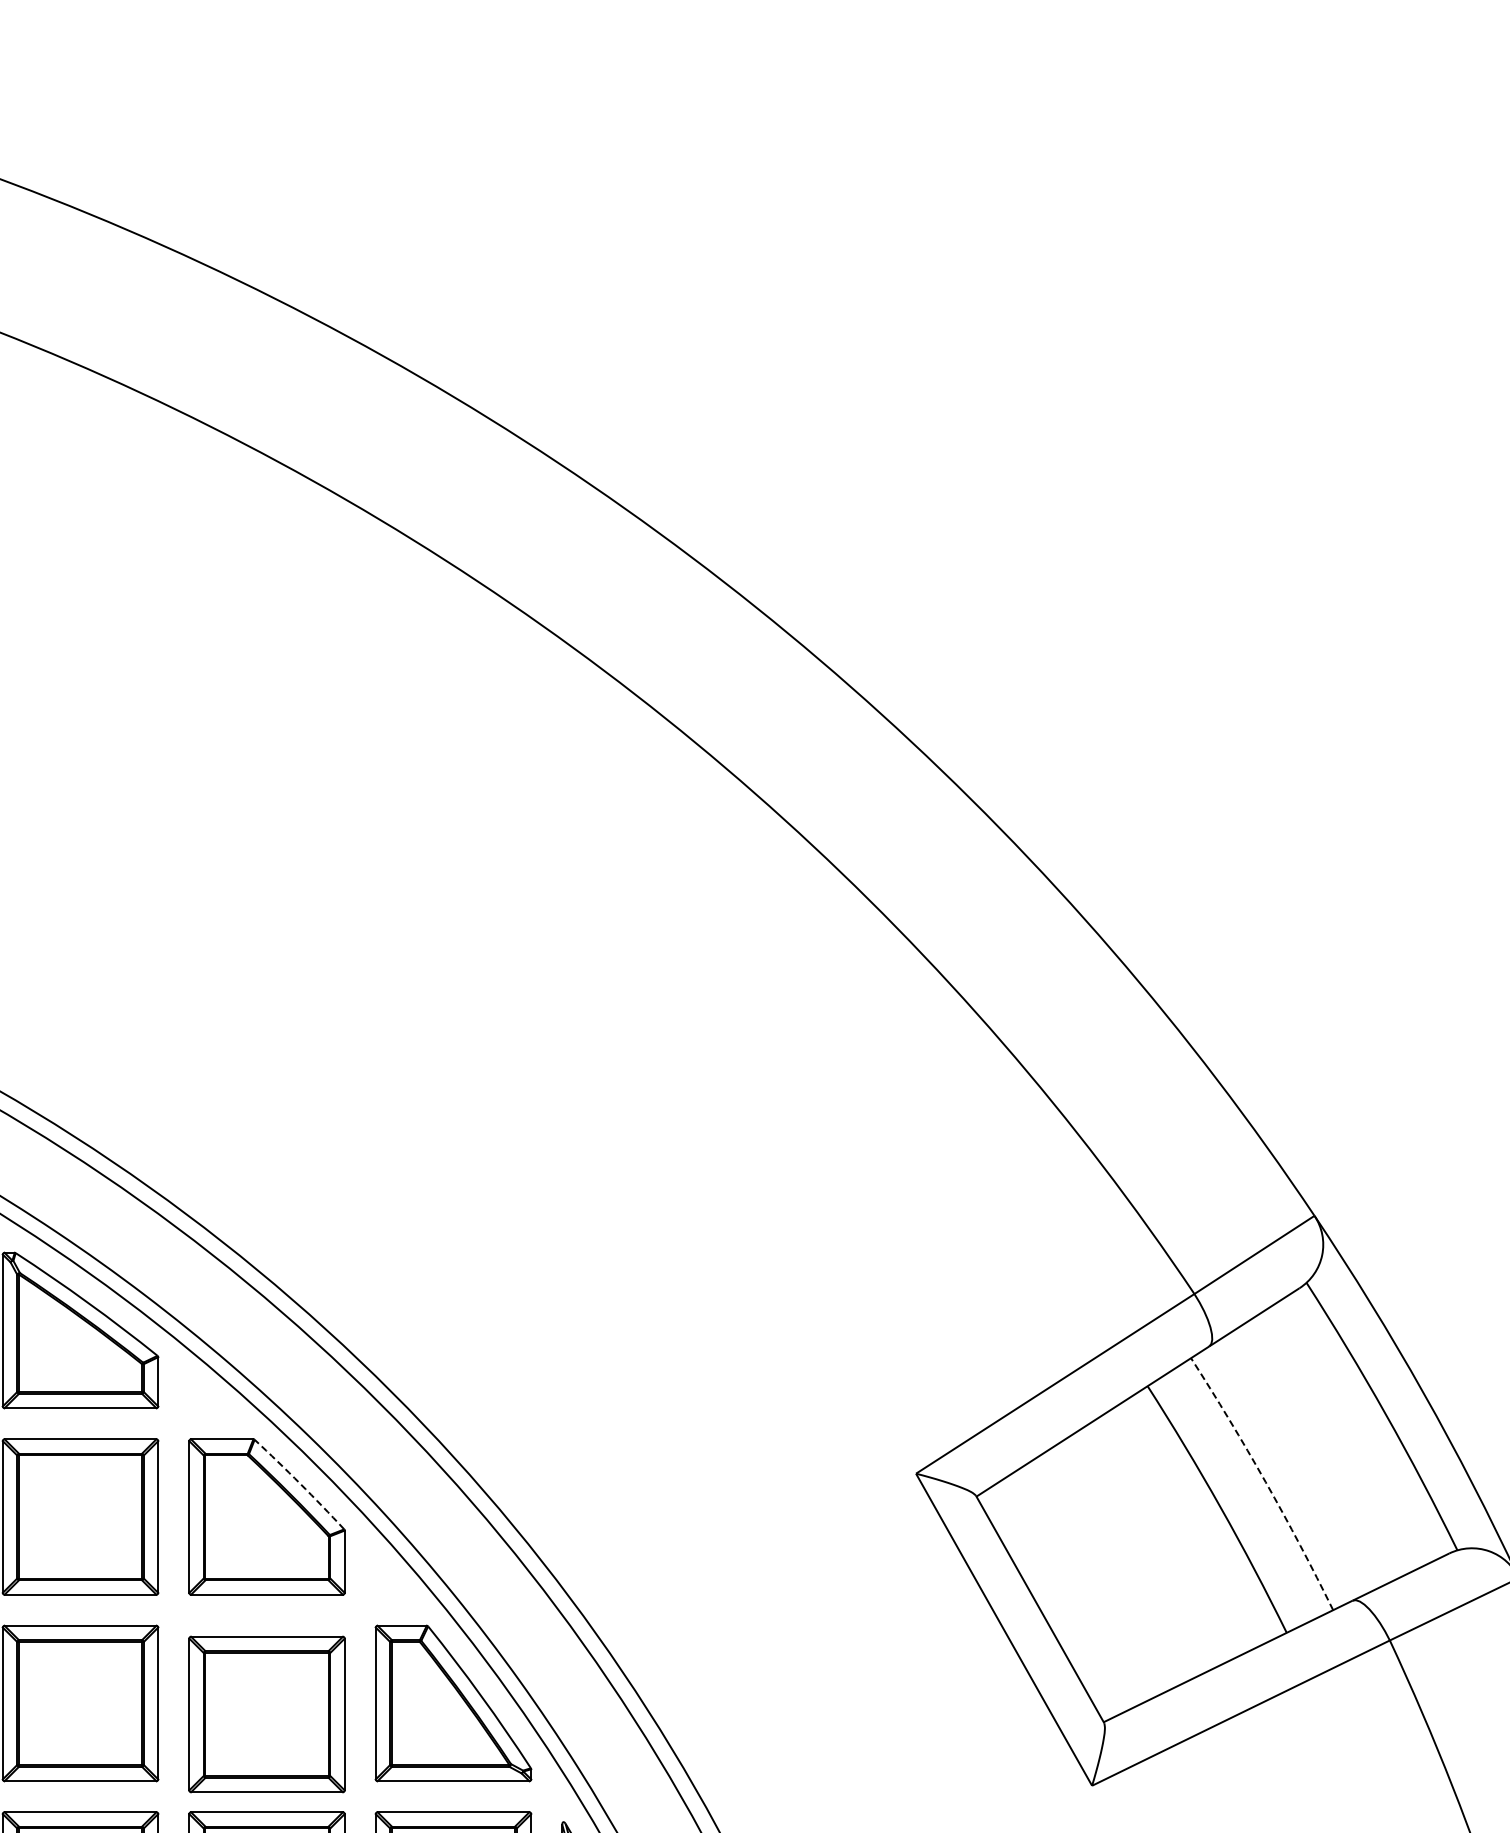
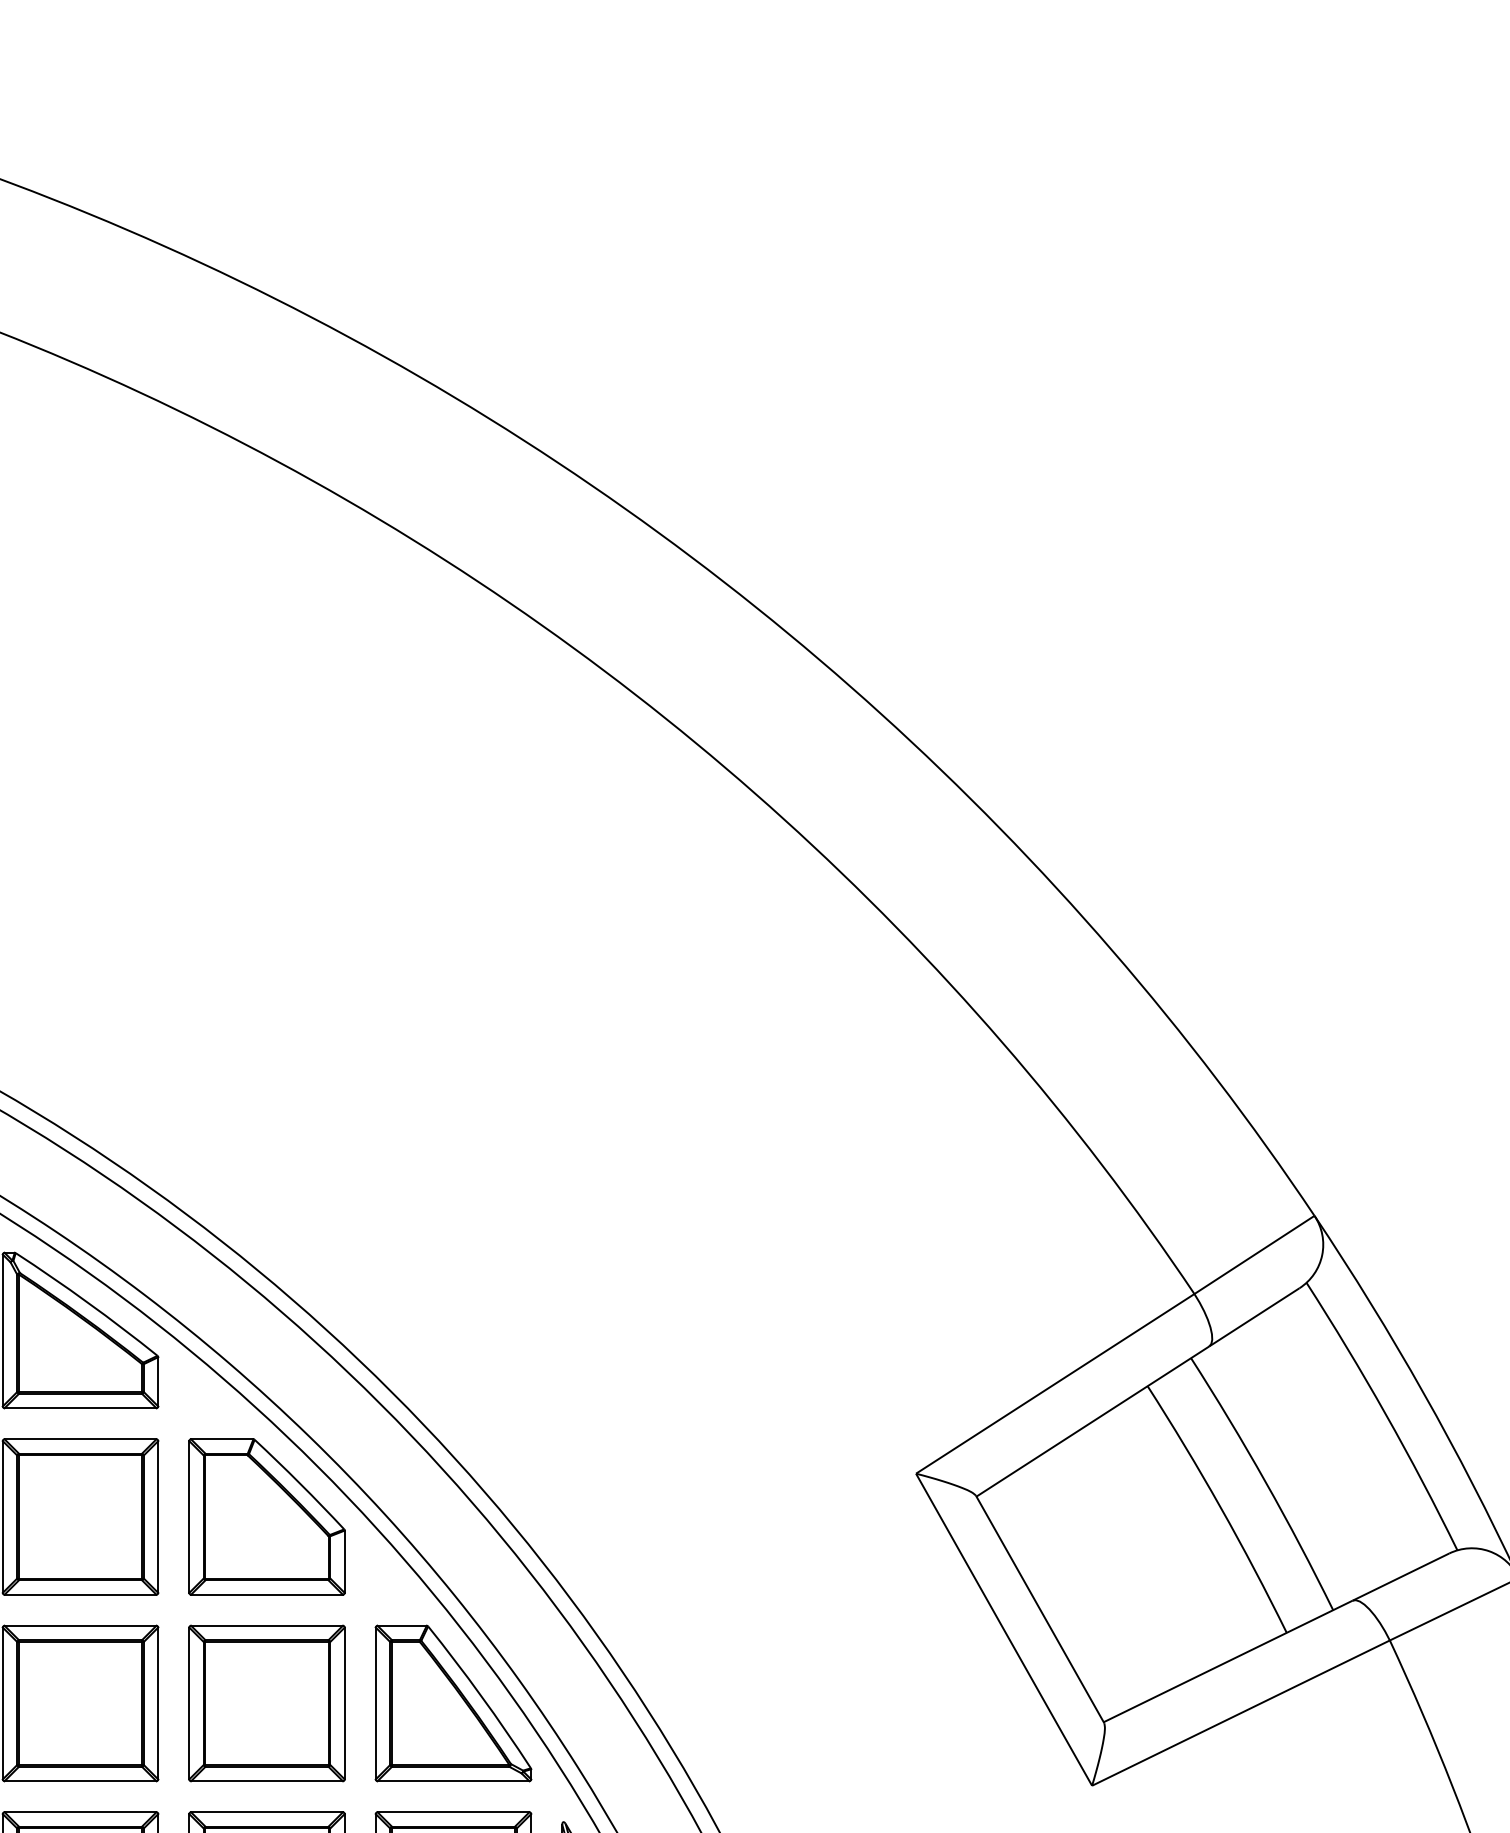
arc at (1265, 1482): dashed -> solid
arc at (300, 1483): dashed -> solid
part at (266, 1714) position: (266, 1714) -> (266, 1703)
